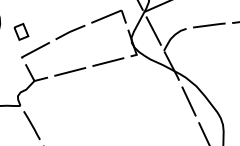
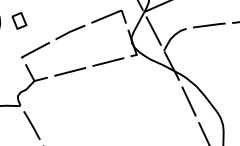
part at (21, 31) position: (21, 31) -> (19, 20)
